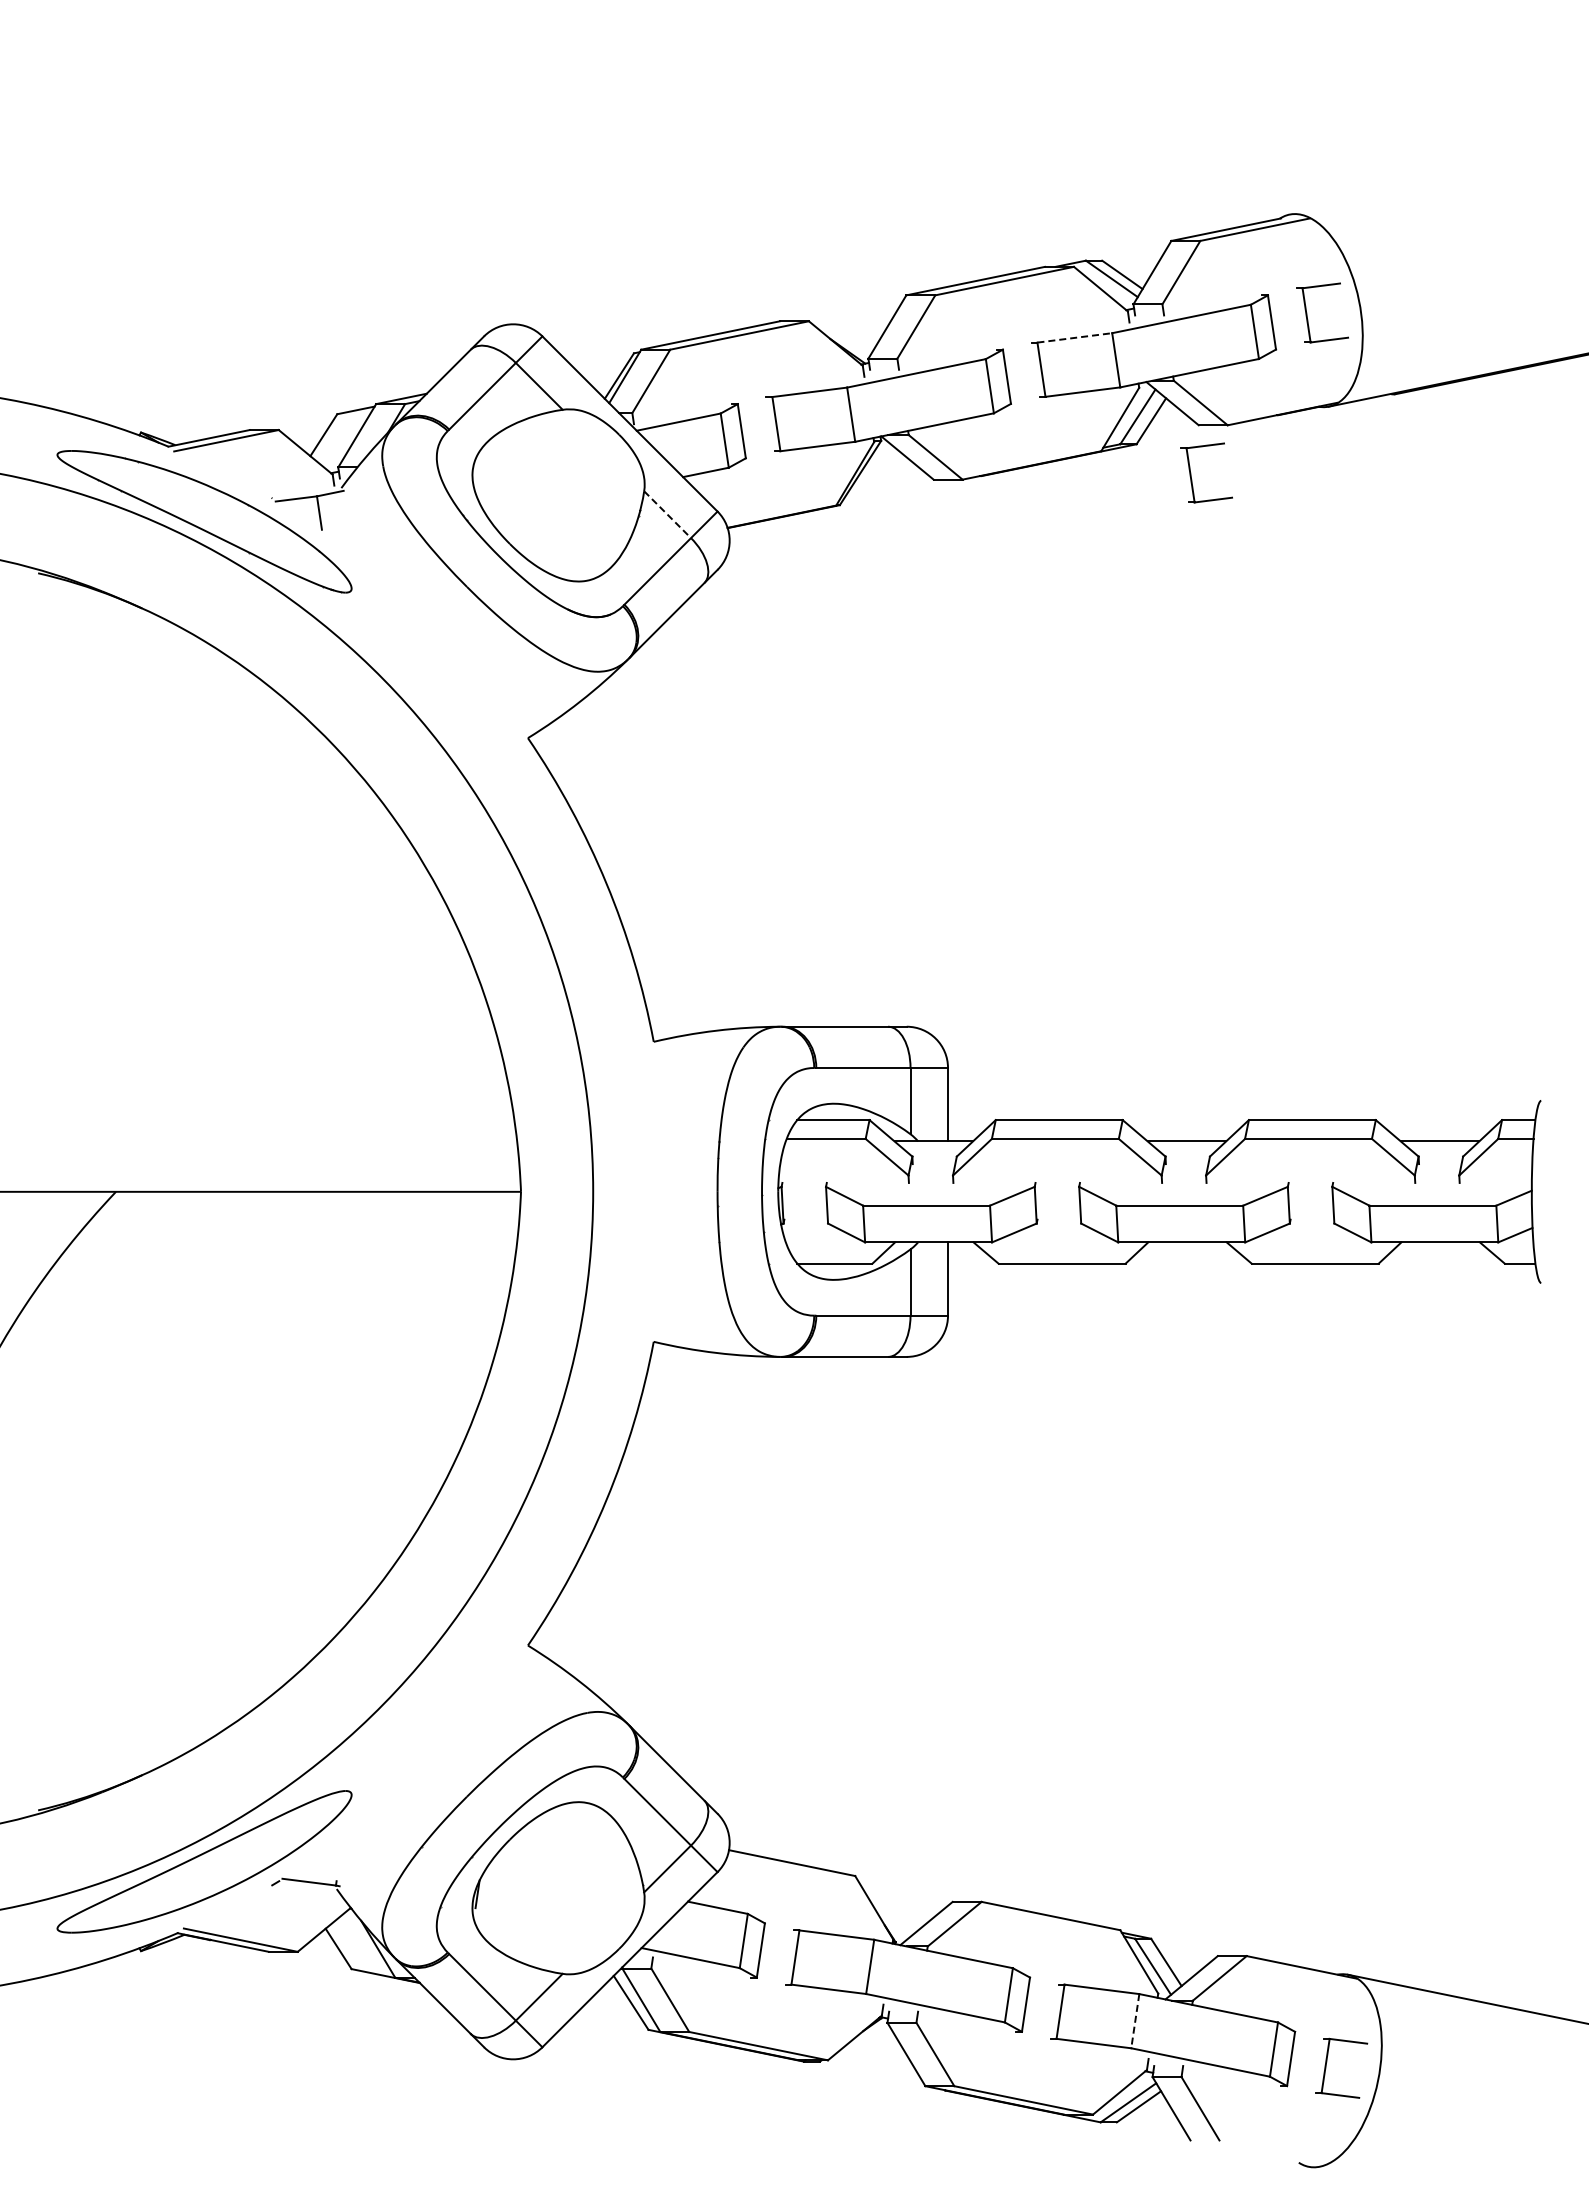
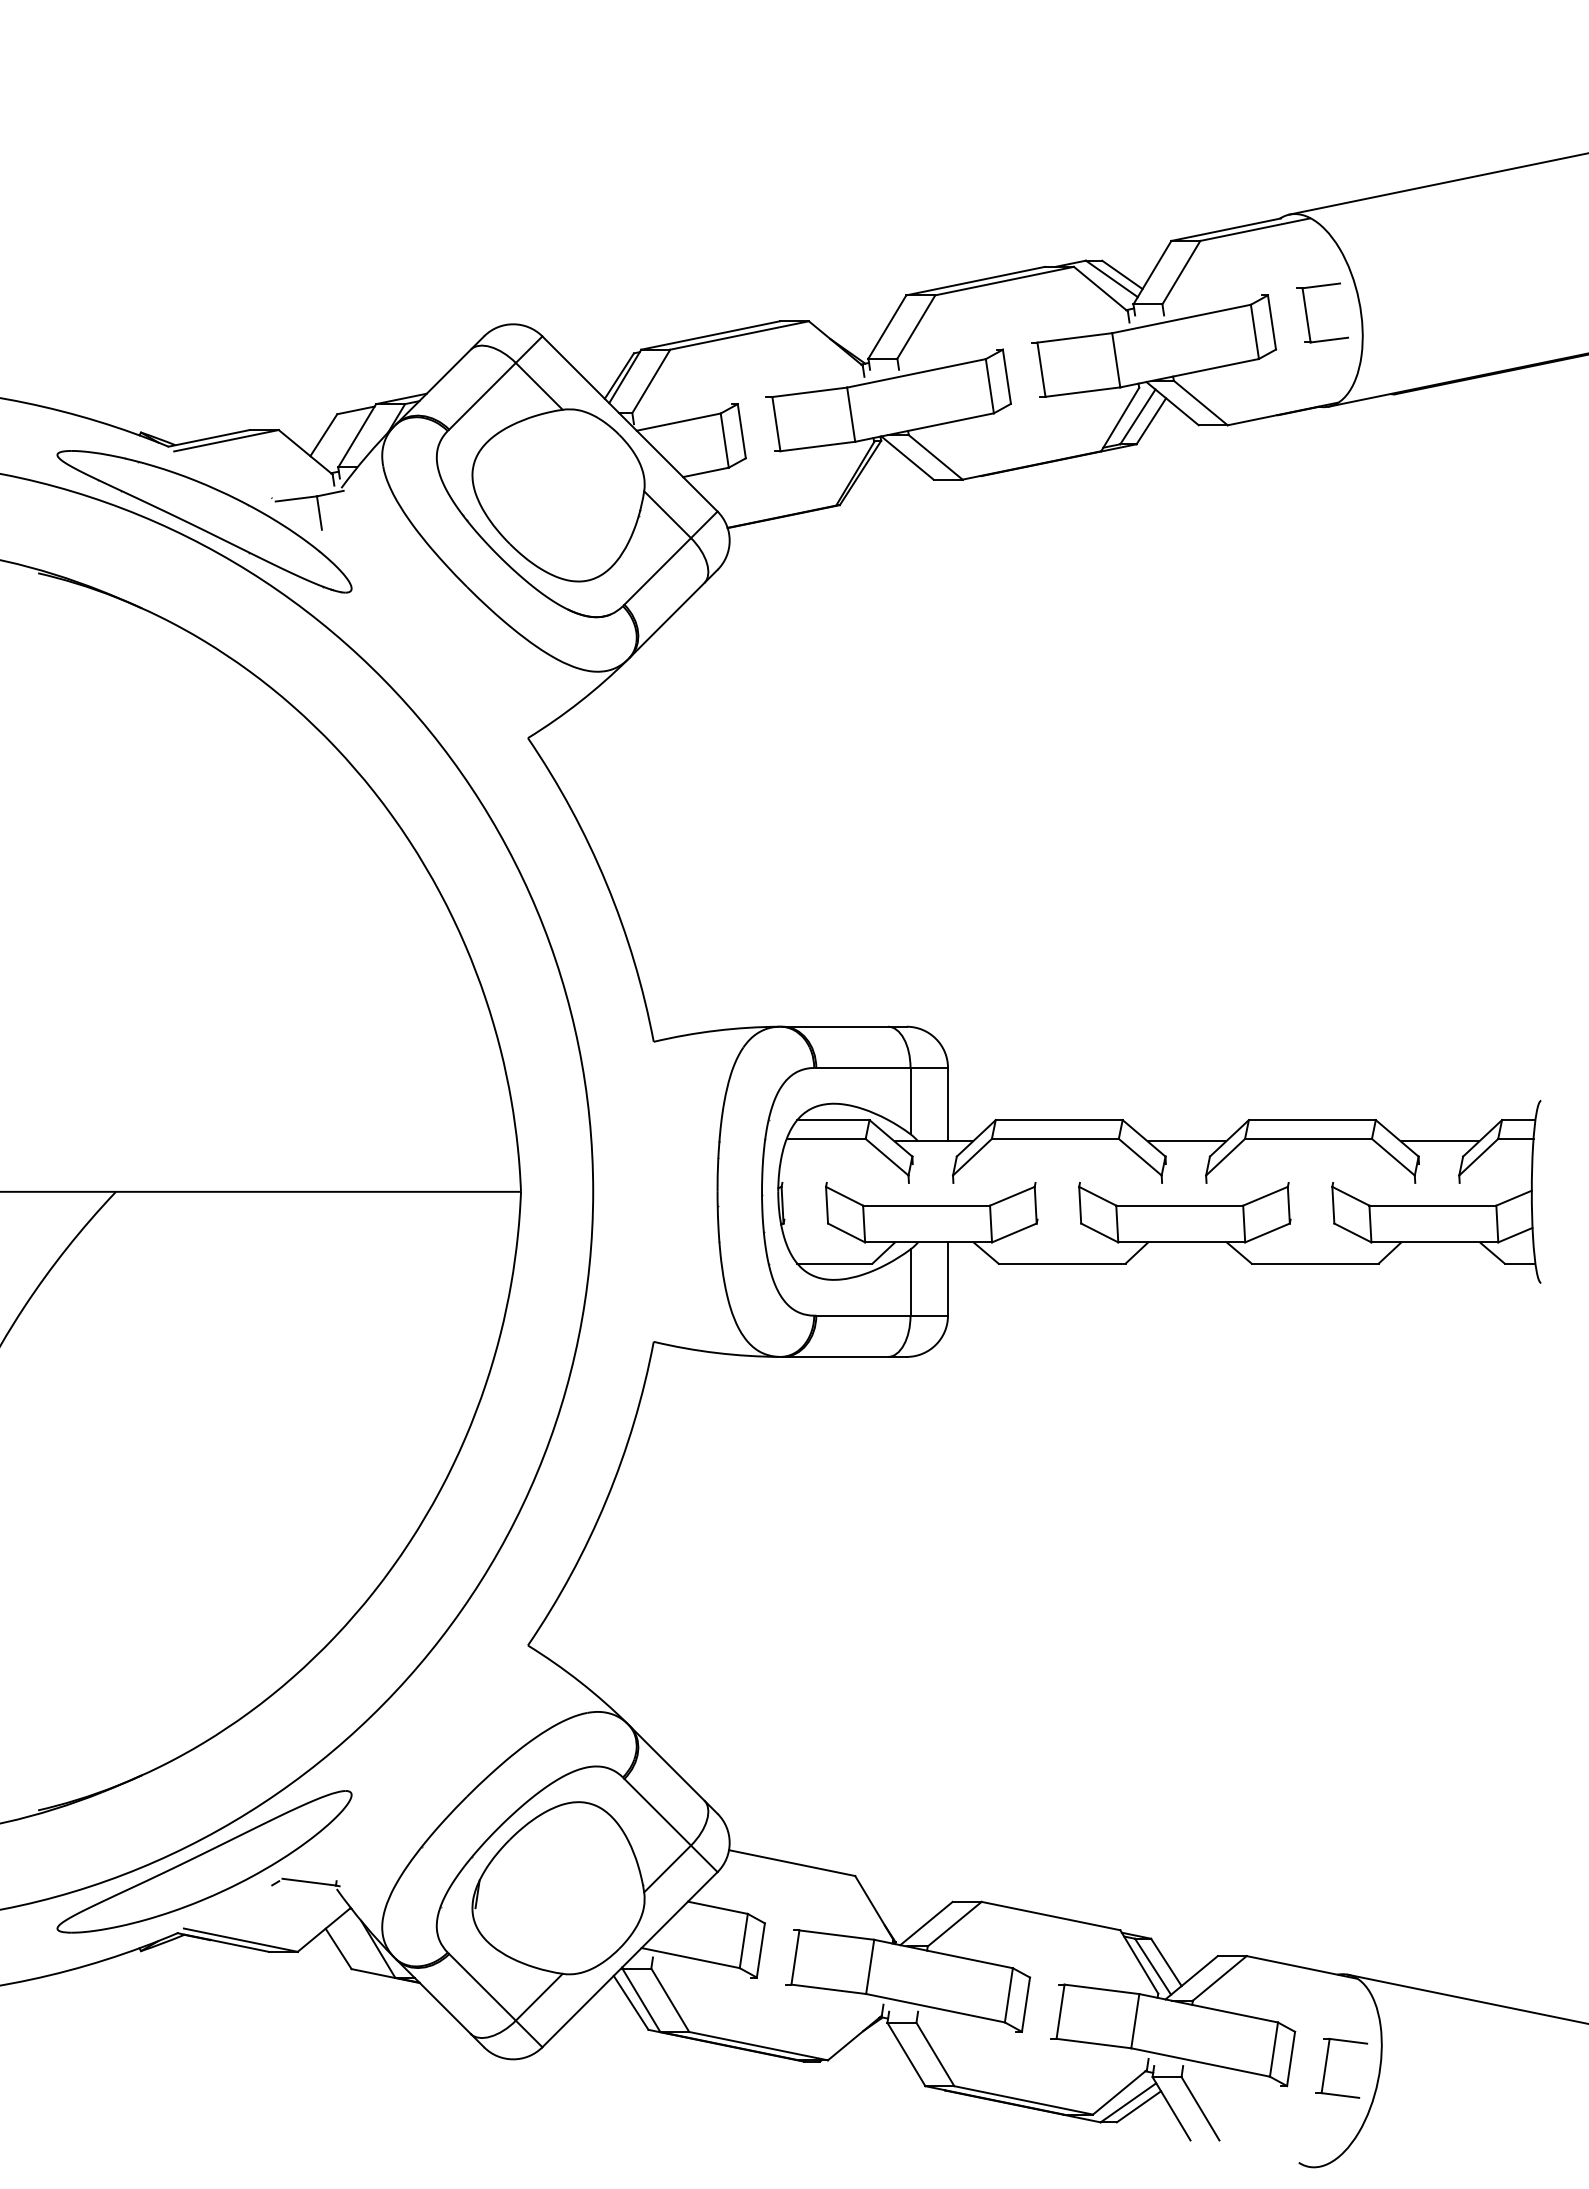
line at (1437, 183): none -> present
line at (1074, 337): dashed -> solid
part at (1191, 472): present -> none
line at (667, 515): dashed -> solid
line at (1135, 2021): dashed -> solid
